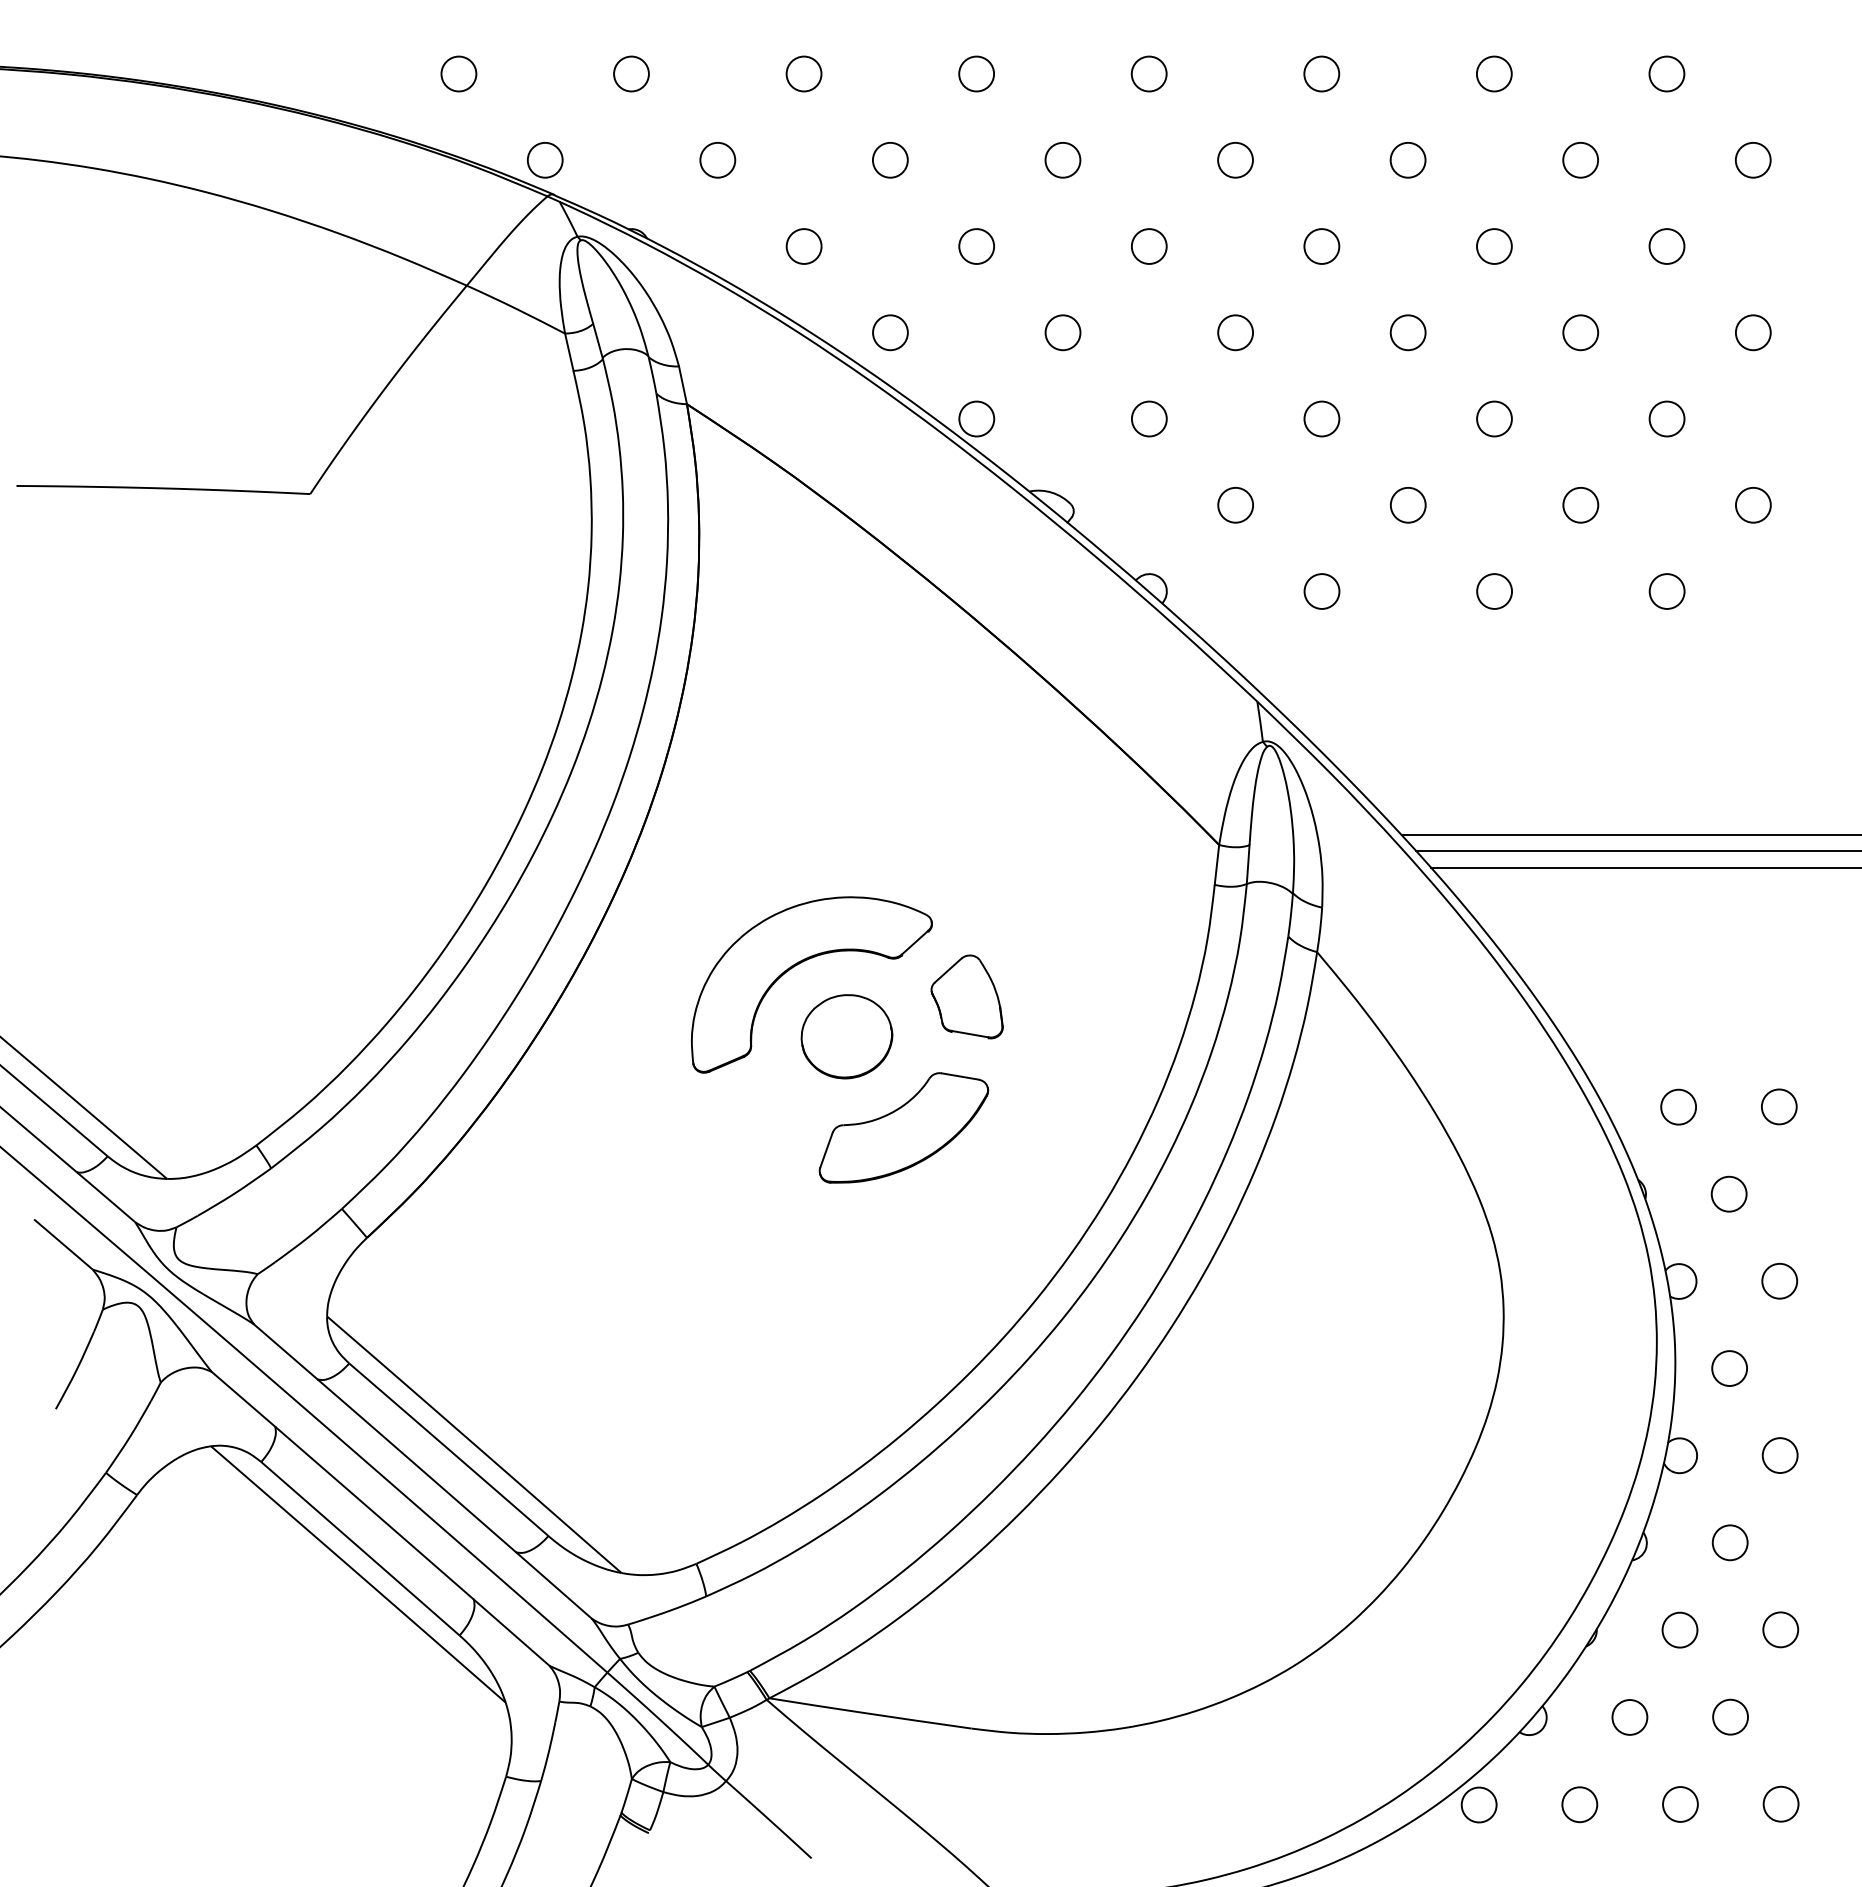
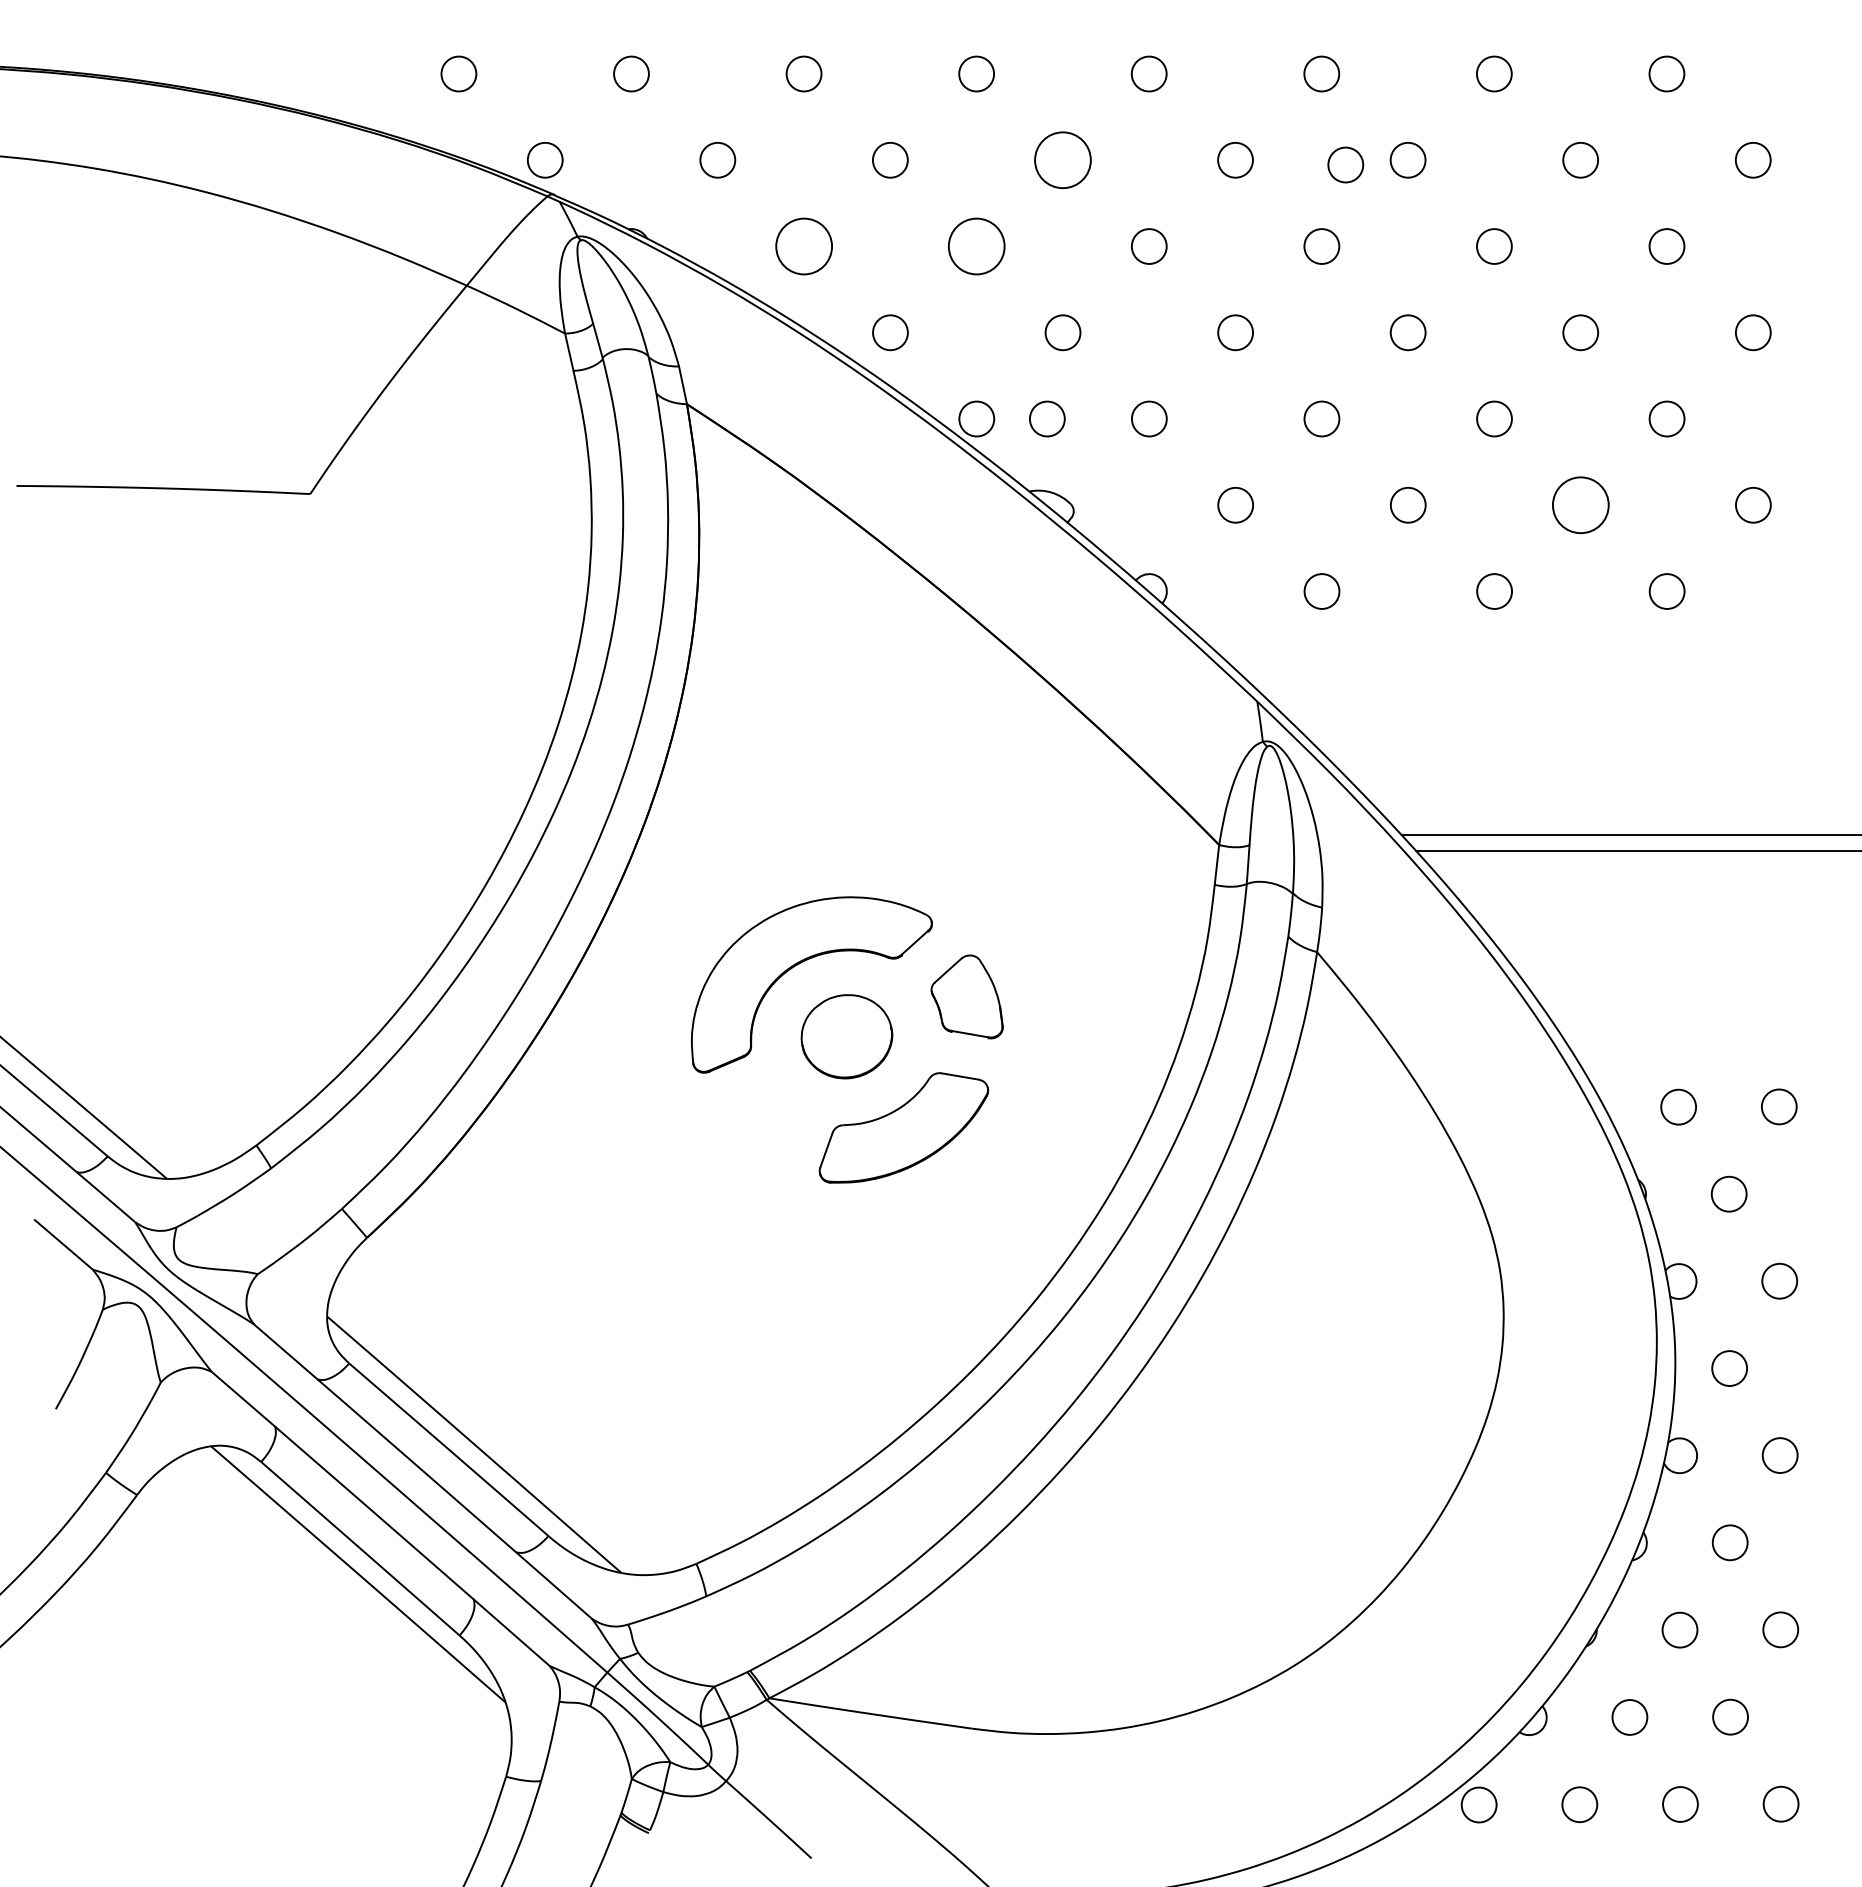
circle at (1062, 159) diameter: 35 px -> 56 px
circle at (1345, 164): none -> present
circle at (803, 246) diameter: 35 px -> 56 px
circle at (976, 246) diameter: 35 px -> 56 px
circle at (1047, 418): none -> present
circle at (1580, 504) diameter: 35 px -> 56 px
line at (1644, 867): present -> none
